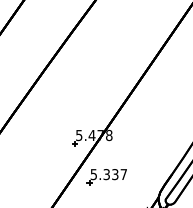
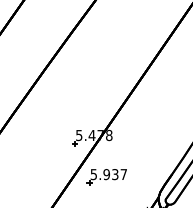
text at (106, 174): 5.337 -> 5.937
